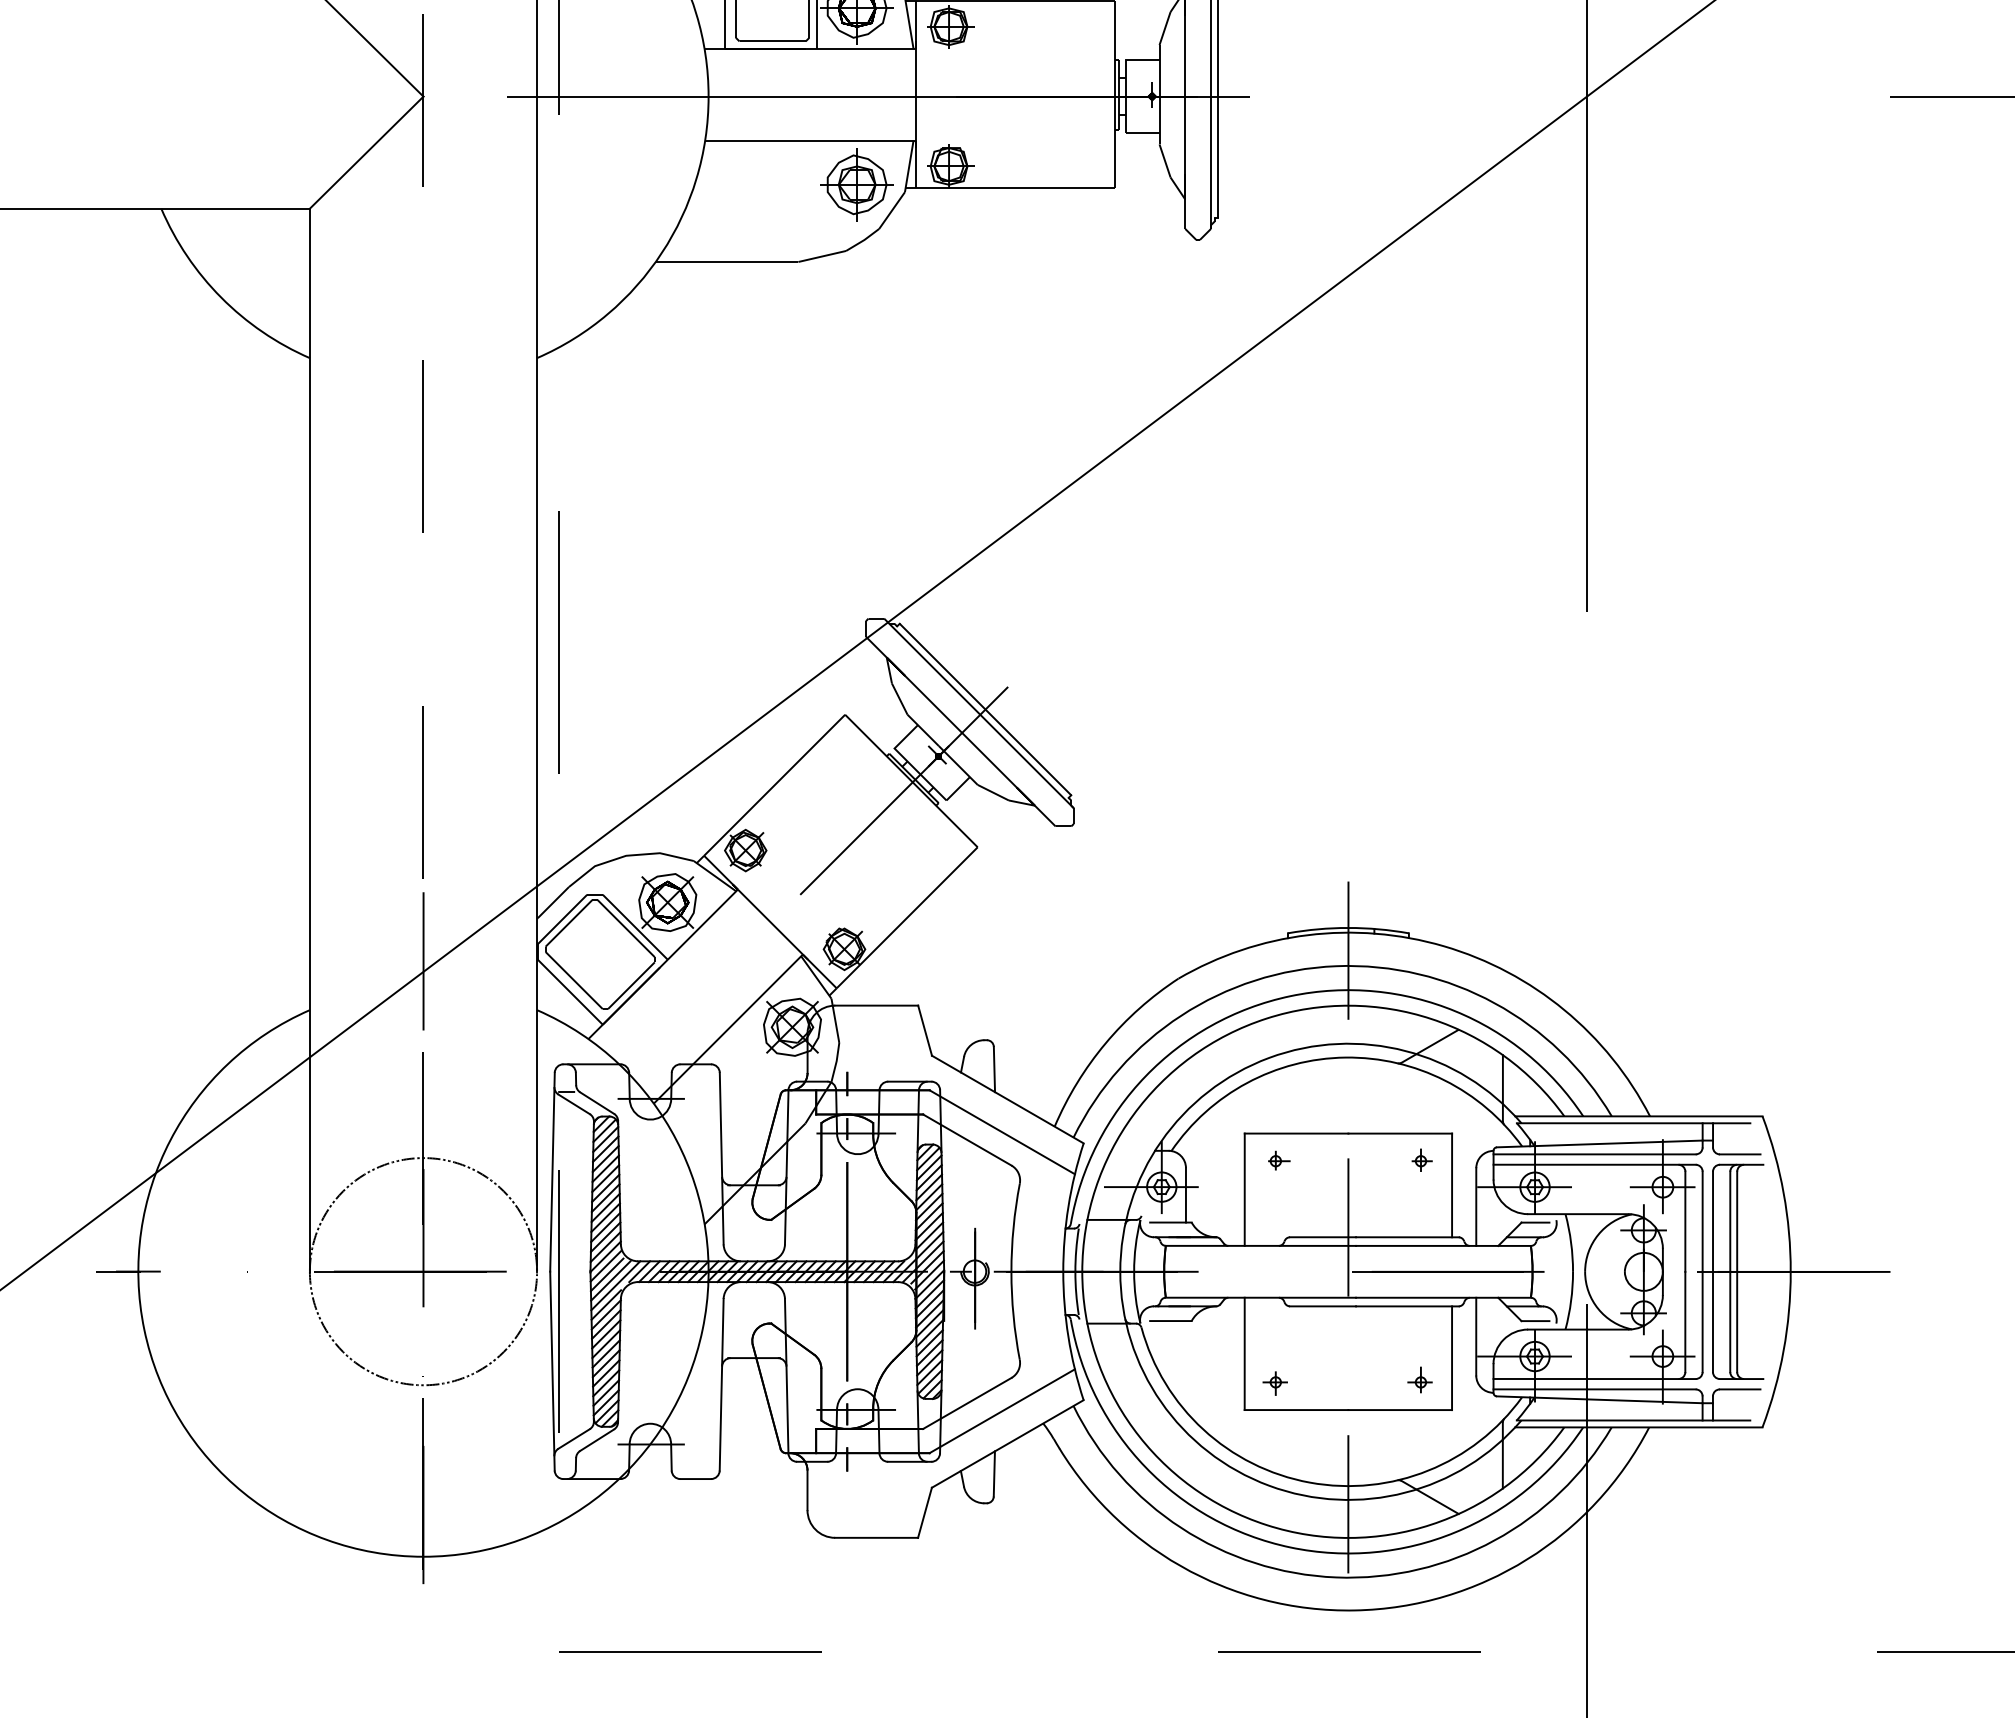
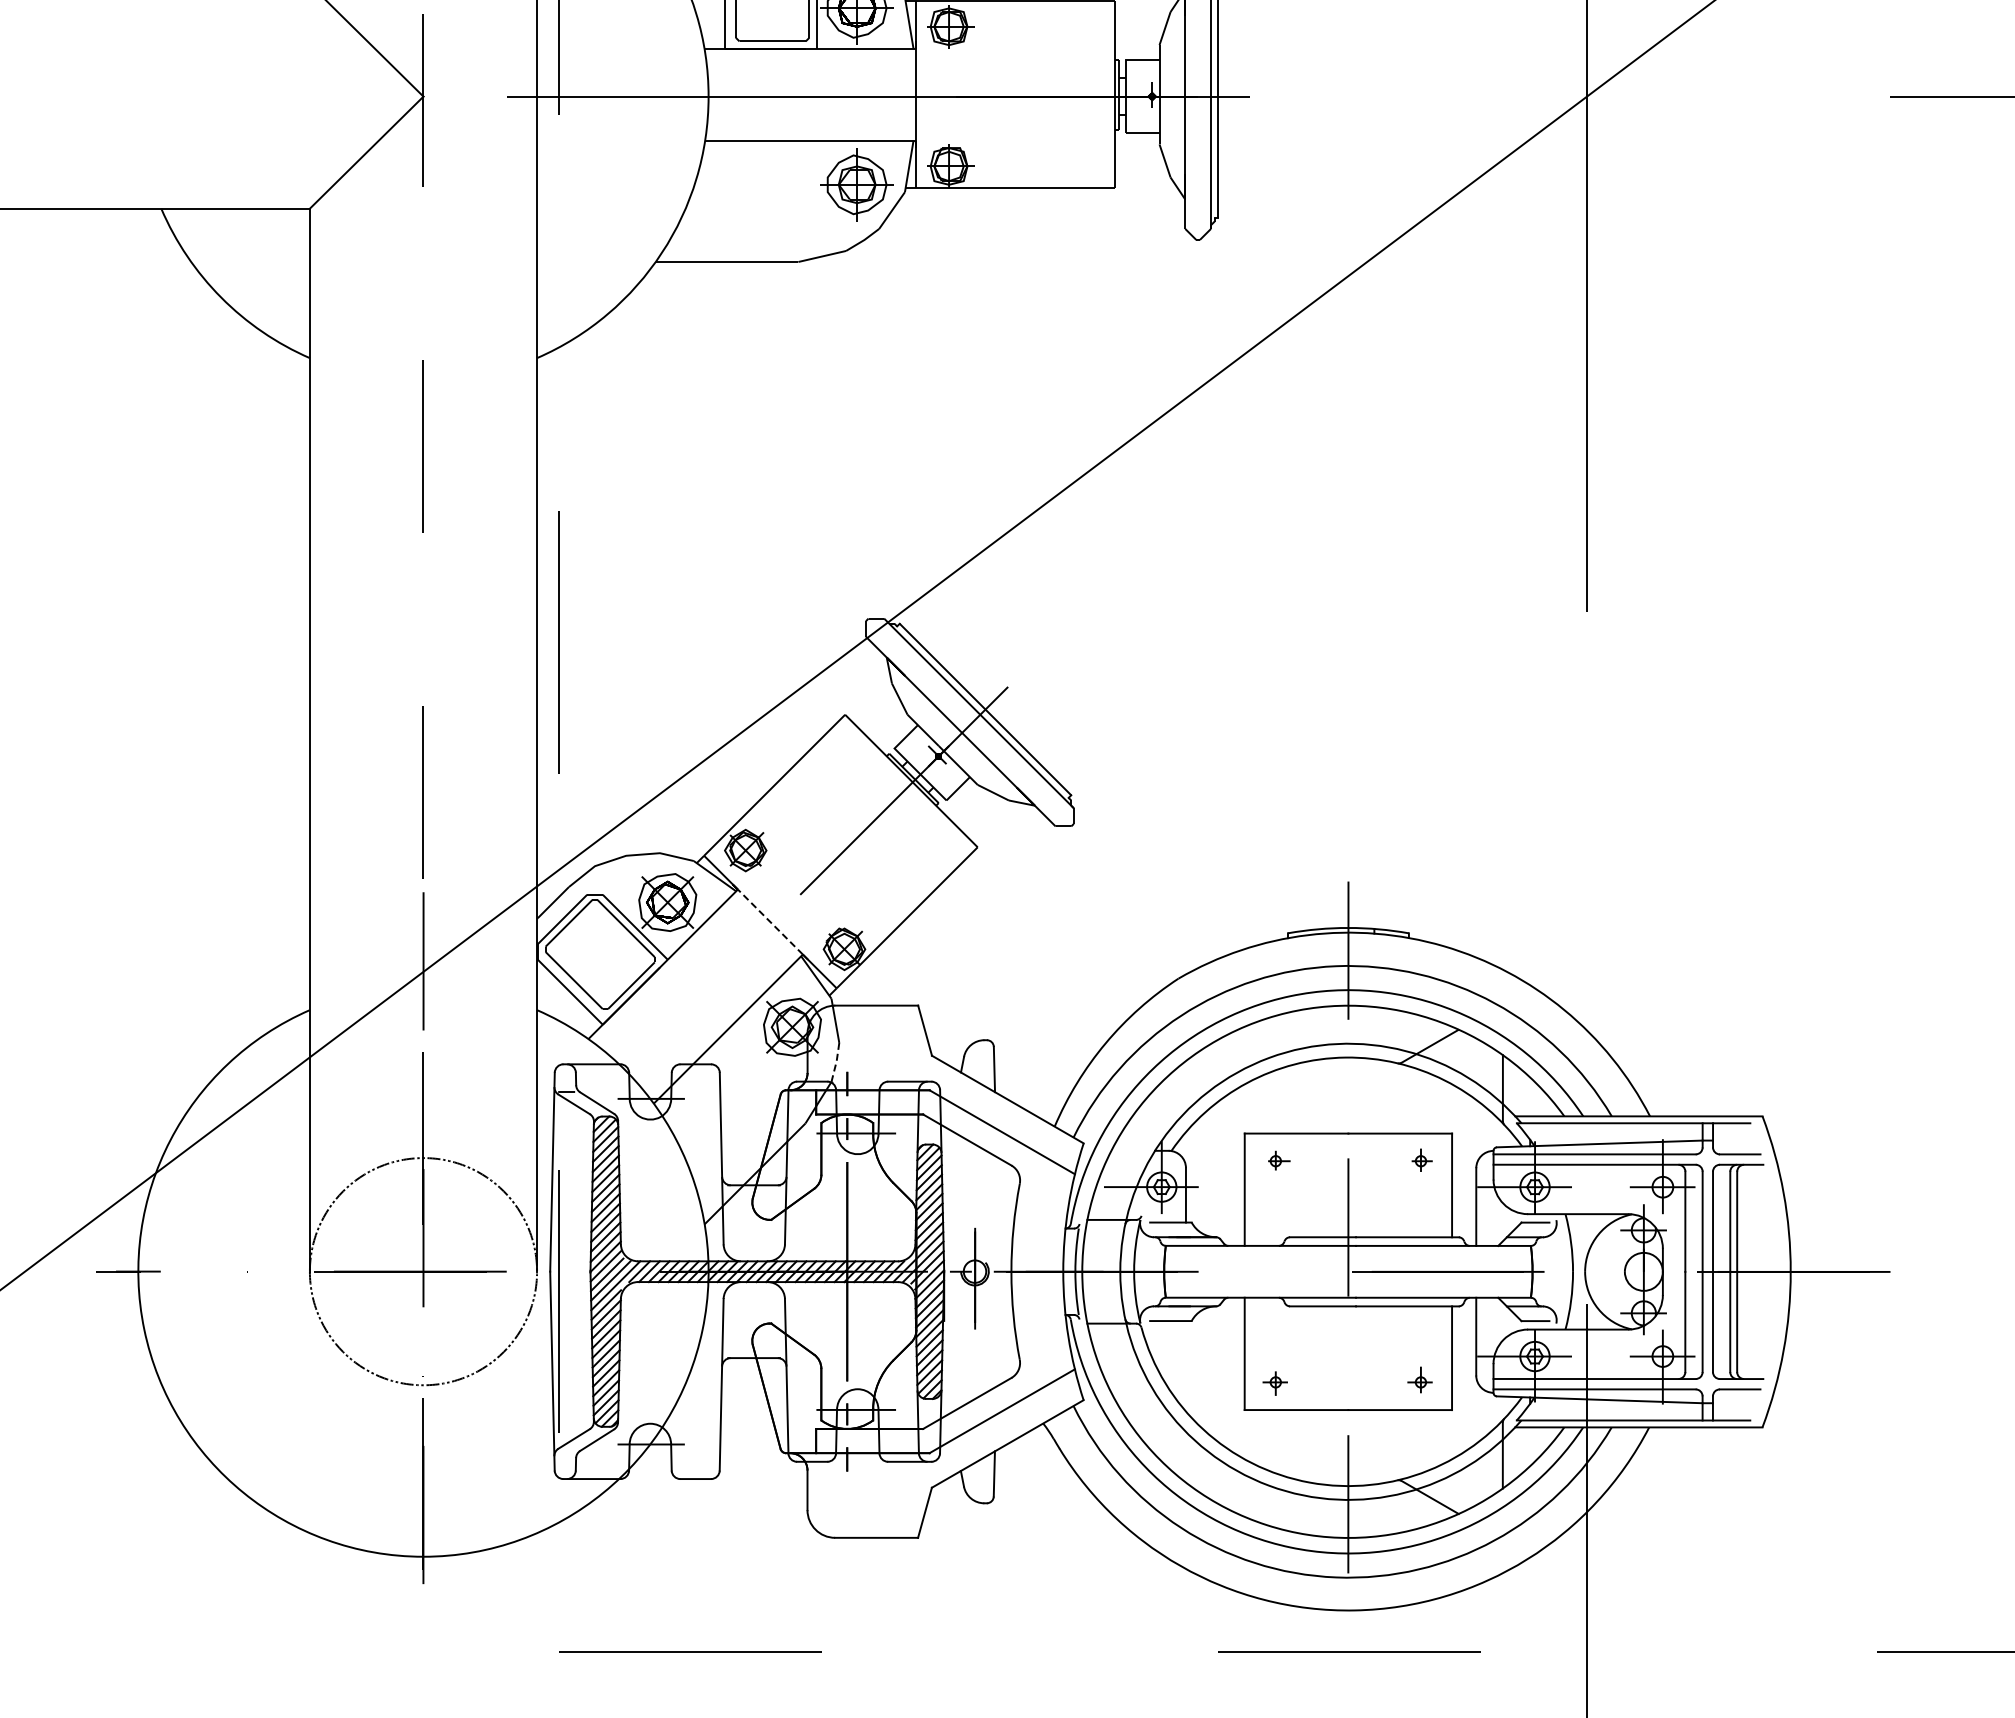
line at (770, 922): solid -> dashed
line at (836, 1063): solid -> dashed
